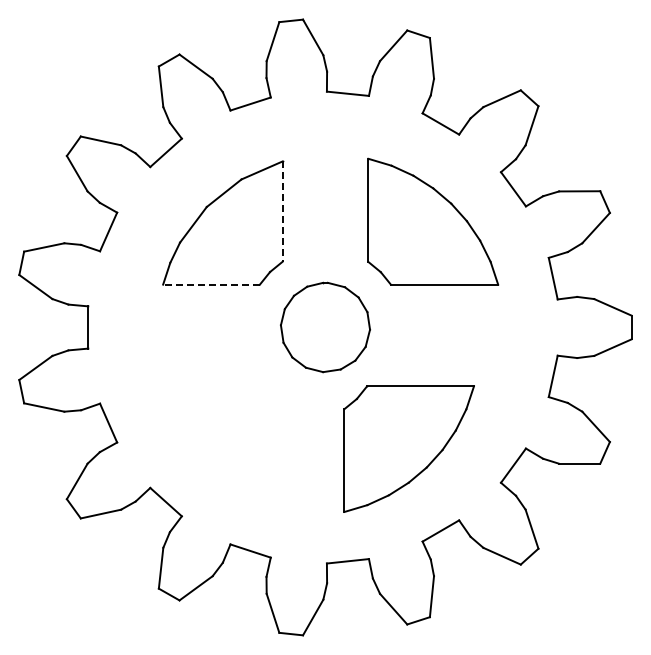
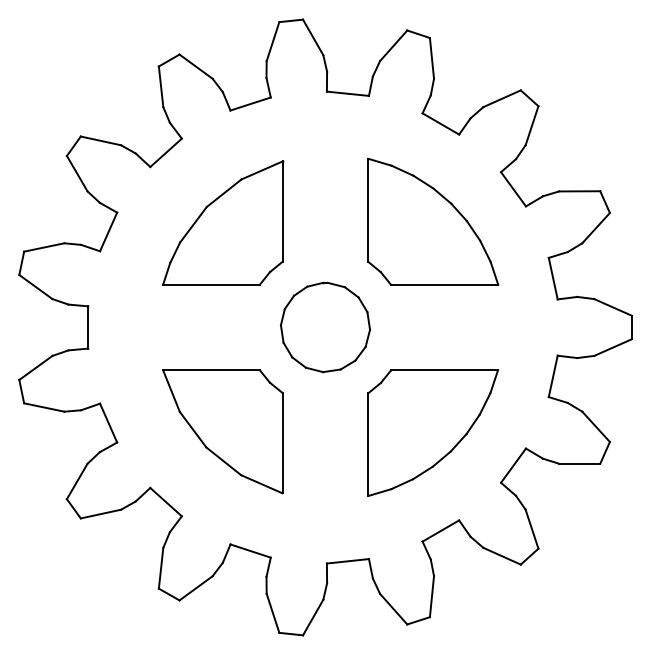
line at (282, 212): dashed -> solid
line at (211, 284): dashed -> solid
part at (222, 431): none -> present
part at (408, 448) position: (408, 448) -> (432, 432)
